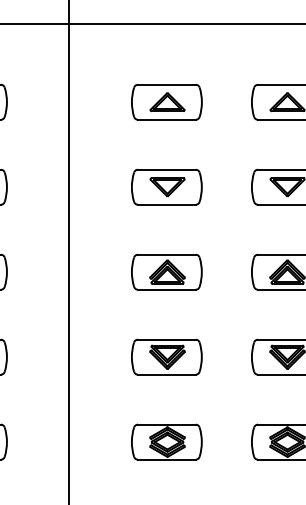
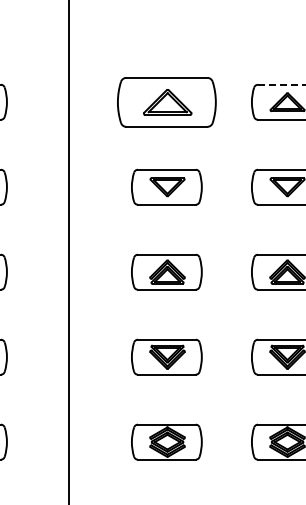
line at (152, 23): present -> none
line at (281, 84): solid -> dashed
part at (166, 101) size: 72x38 px -> 100x51 px
